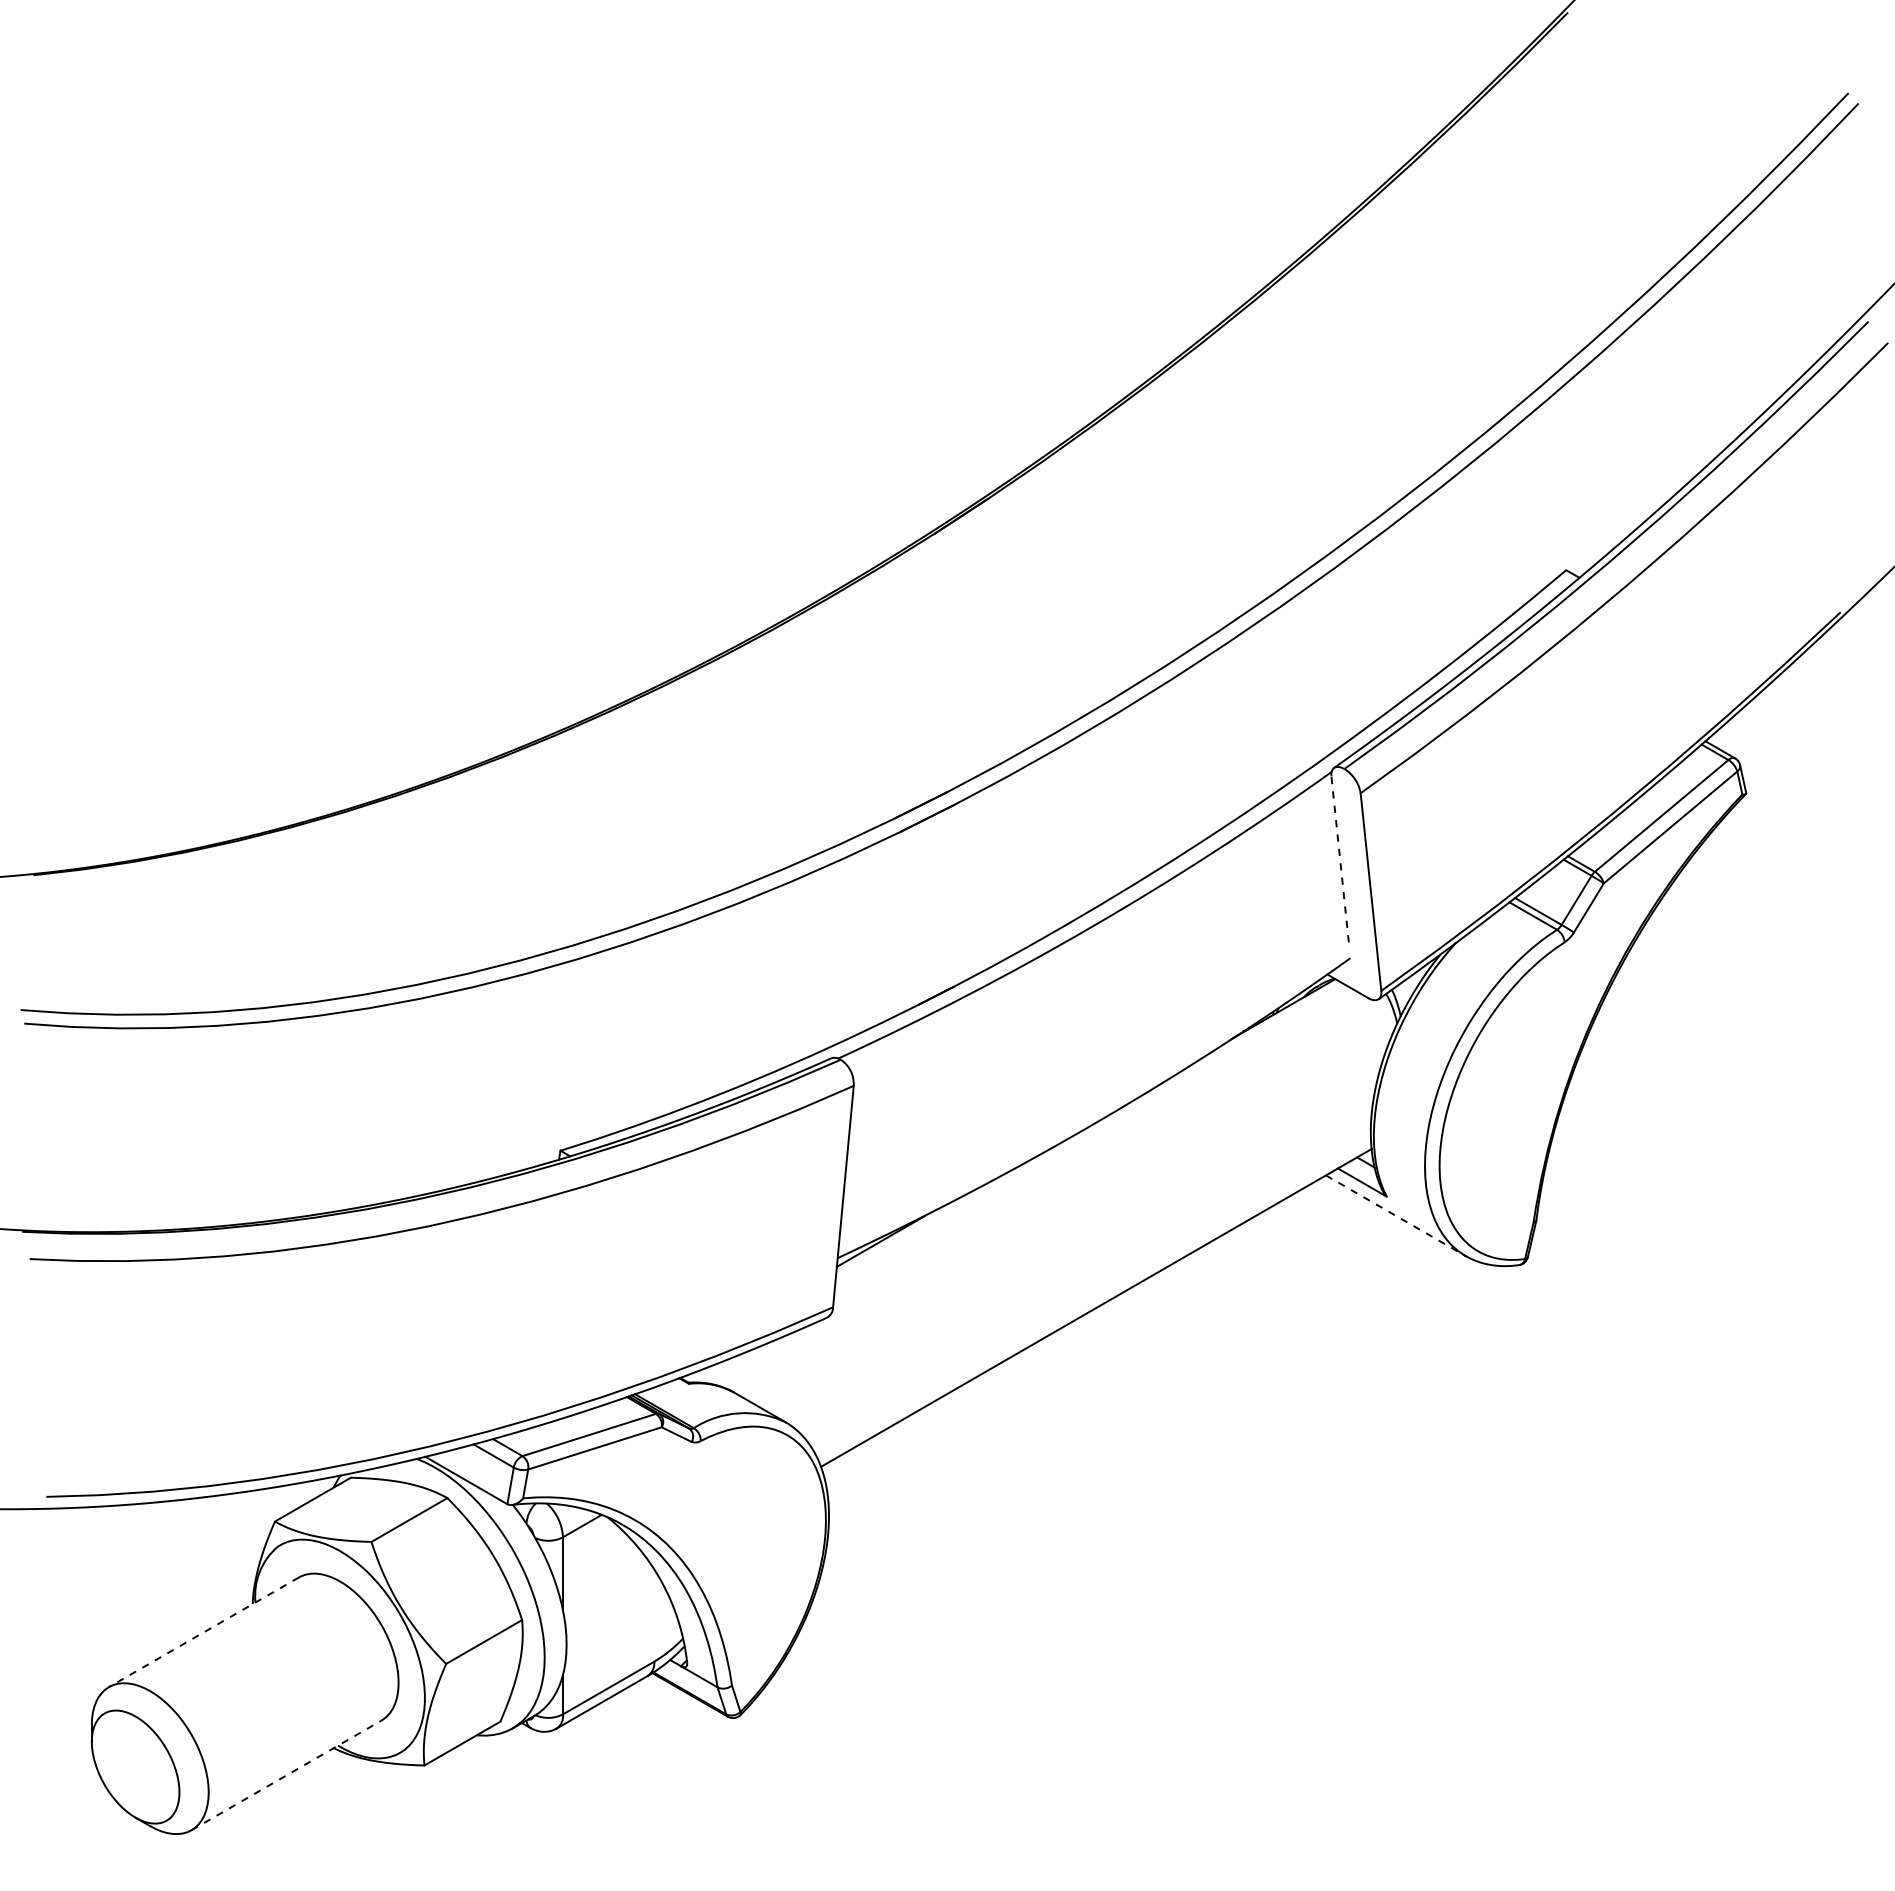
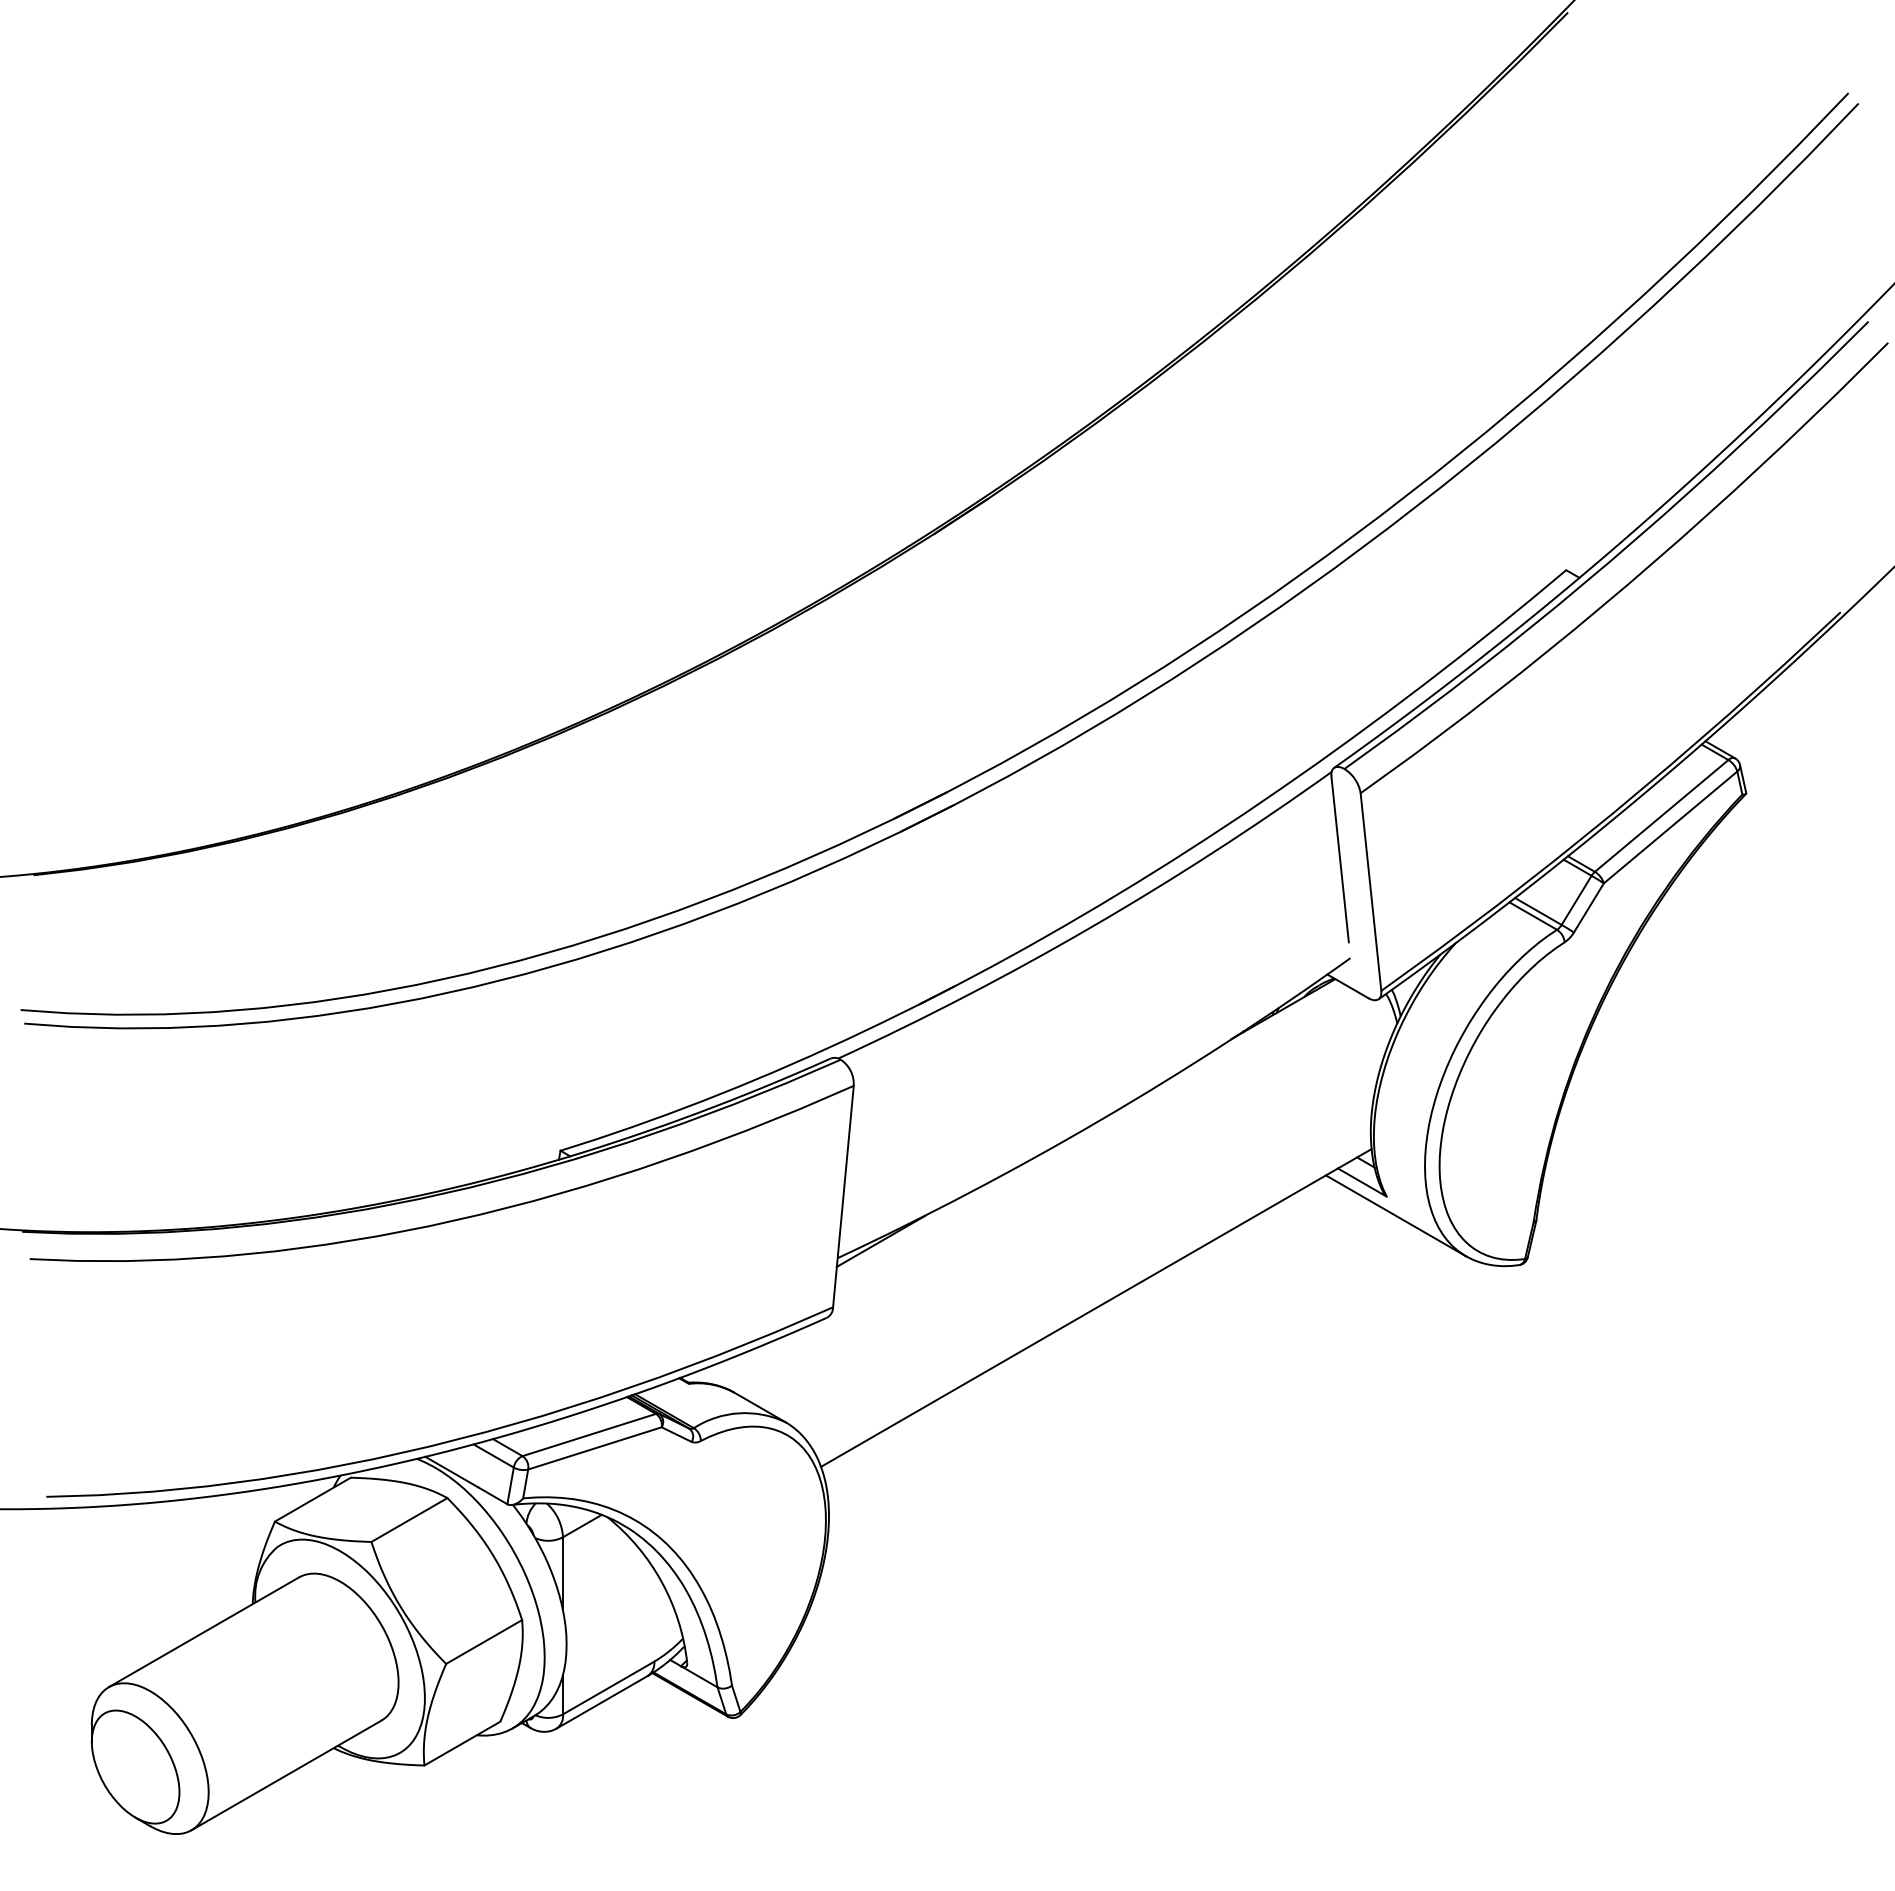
line at (1340, 858): dashed -> solid
line at (1395, 1215): dashed -> solid
line at (203, 1632): dashed -> solid
line at (286, 1775): dashed -> solid
